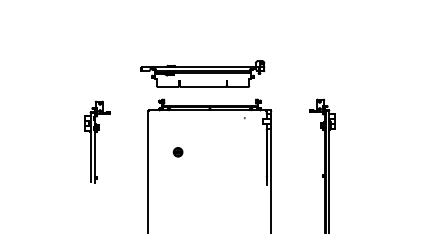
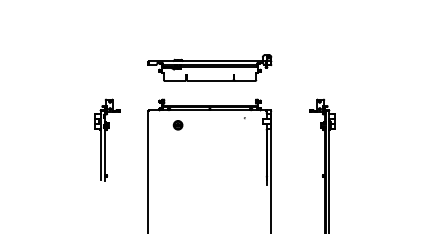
part at (202, 73) position: (202, 73) -> (209, 67)
part at (97, 141) position: (97, 141) -> (107, 139)
part at (177, 152) position: (177, 152) -> (177, 125)
